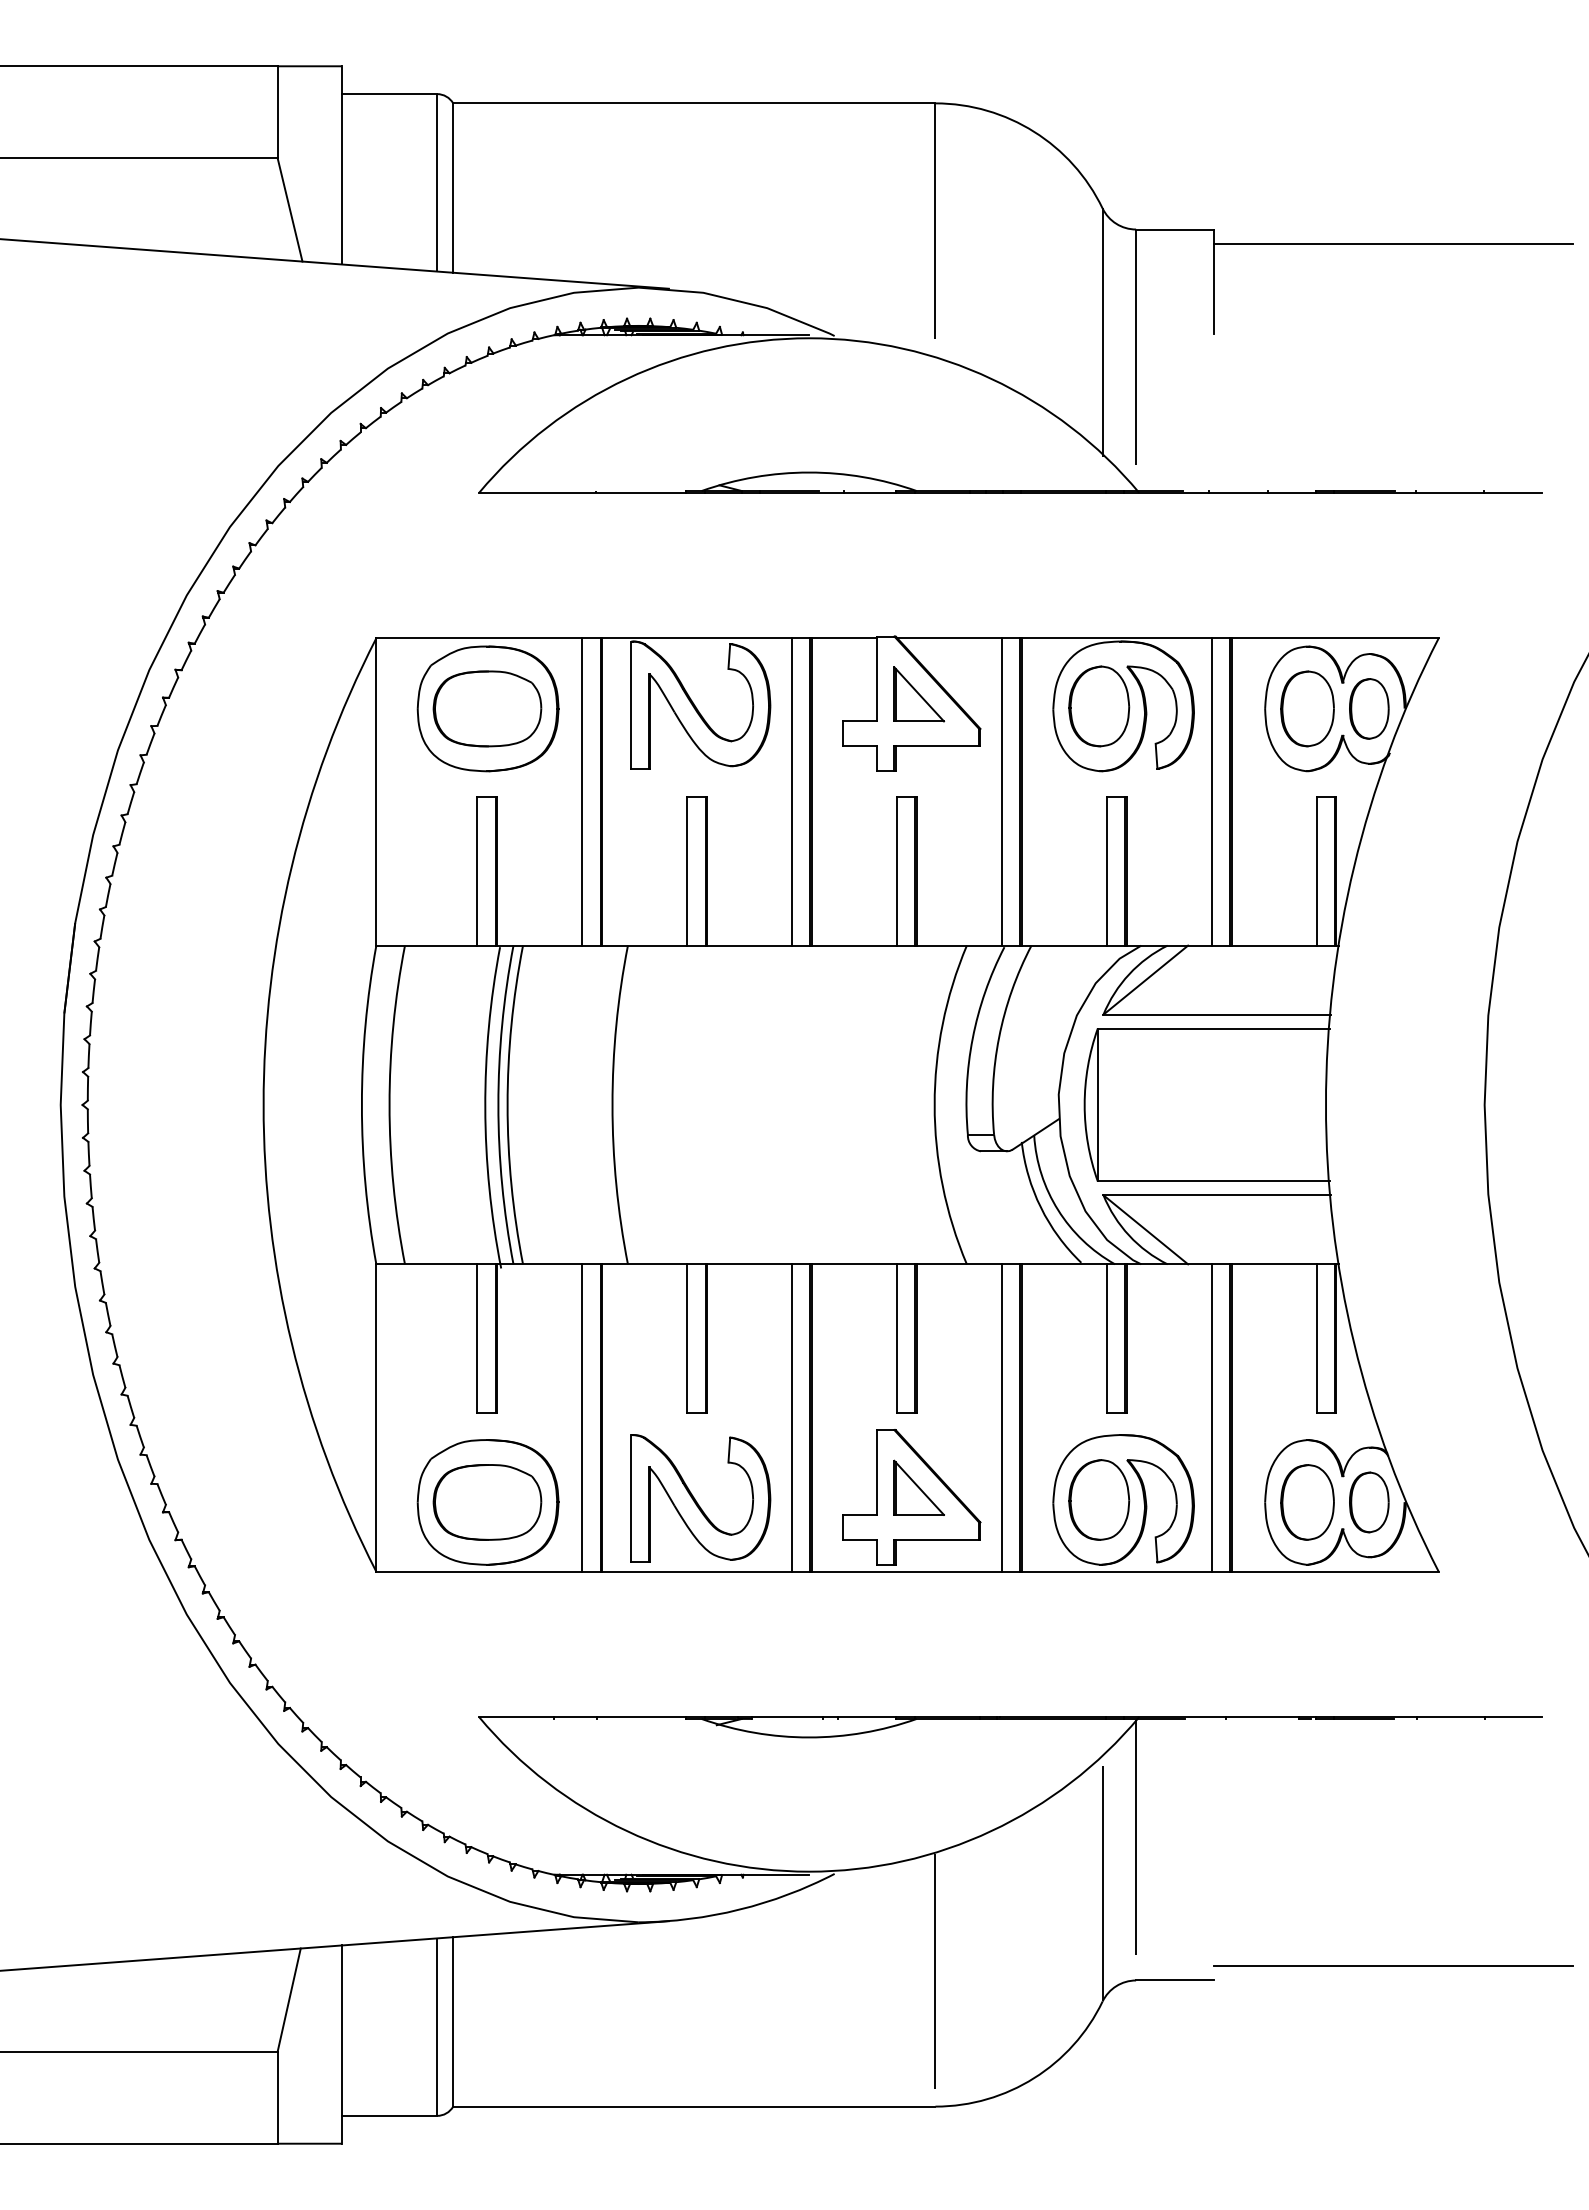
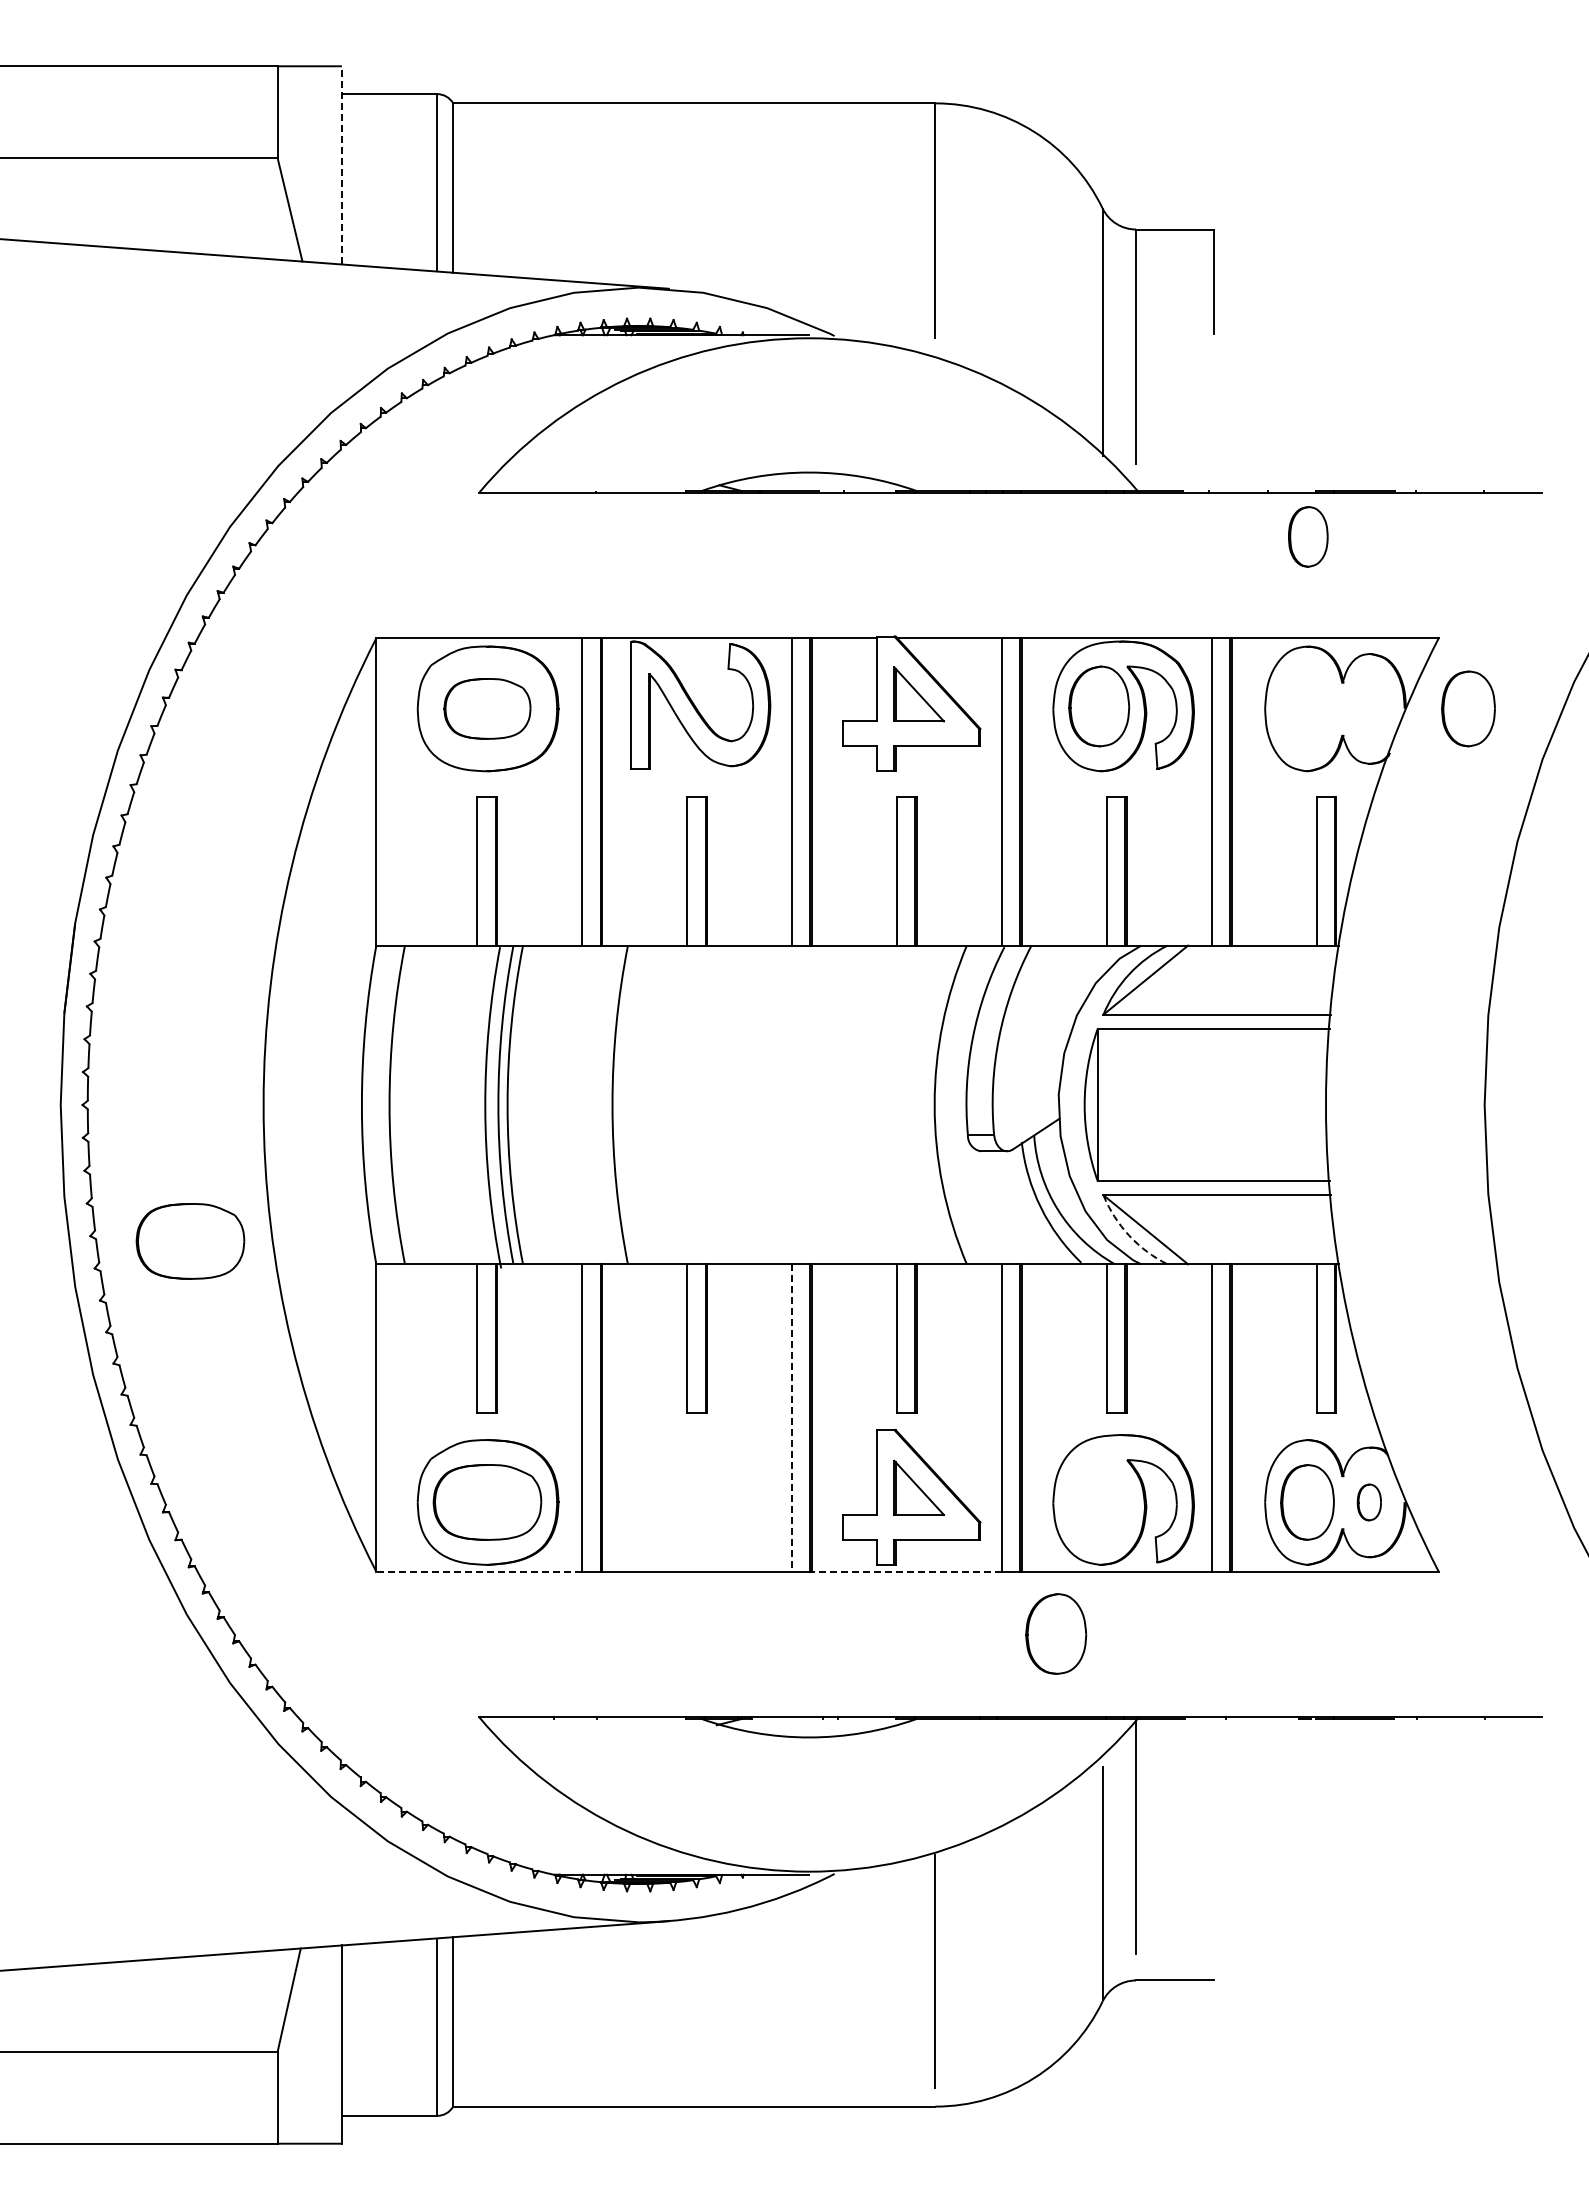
line at (341, 164): solid -> dashed
line at (1393, 244): present -> none
part at (487, 708) size: 111x78 px -> 89x62 px
part at (1307, 708) position: (1307, 708) -> (1468, 708)
part at (1369, 708) position: (1369, 708) -> (1308, 536)
arc at (1129, 1235): solid -> dashed
part at (190, 1241): none -> present
line at (792, 1418): solid -> dashed
part at (700, 1498): present -> none
part at (1099, 1499) position: (1099, 1499) -> (1056, 1633)
part at (1369, 1502) size: 41x63 px -> 26x39 px
line at (479, 1571): solid -> dashed
line at (906, 1571): solid -> dashed
line at (1393, 1965): present -> none
